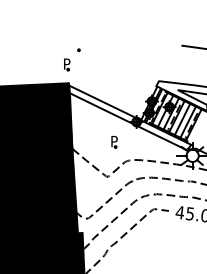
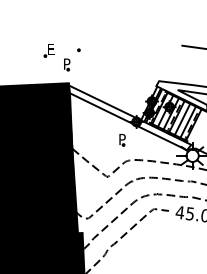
part at (48, 50): none -> present
part at (114, 142) position: (114, 142) -> (122, 140)
